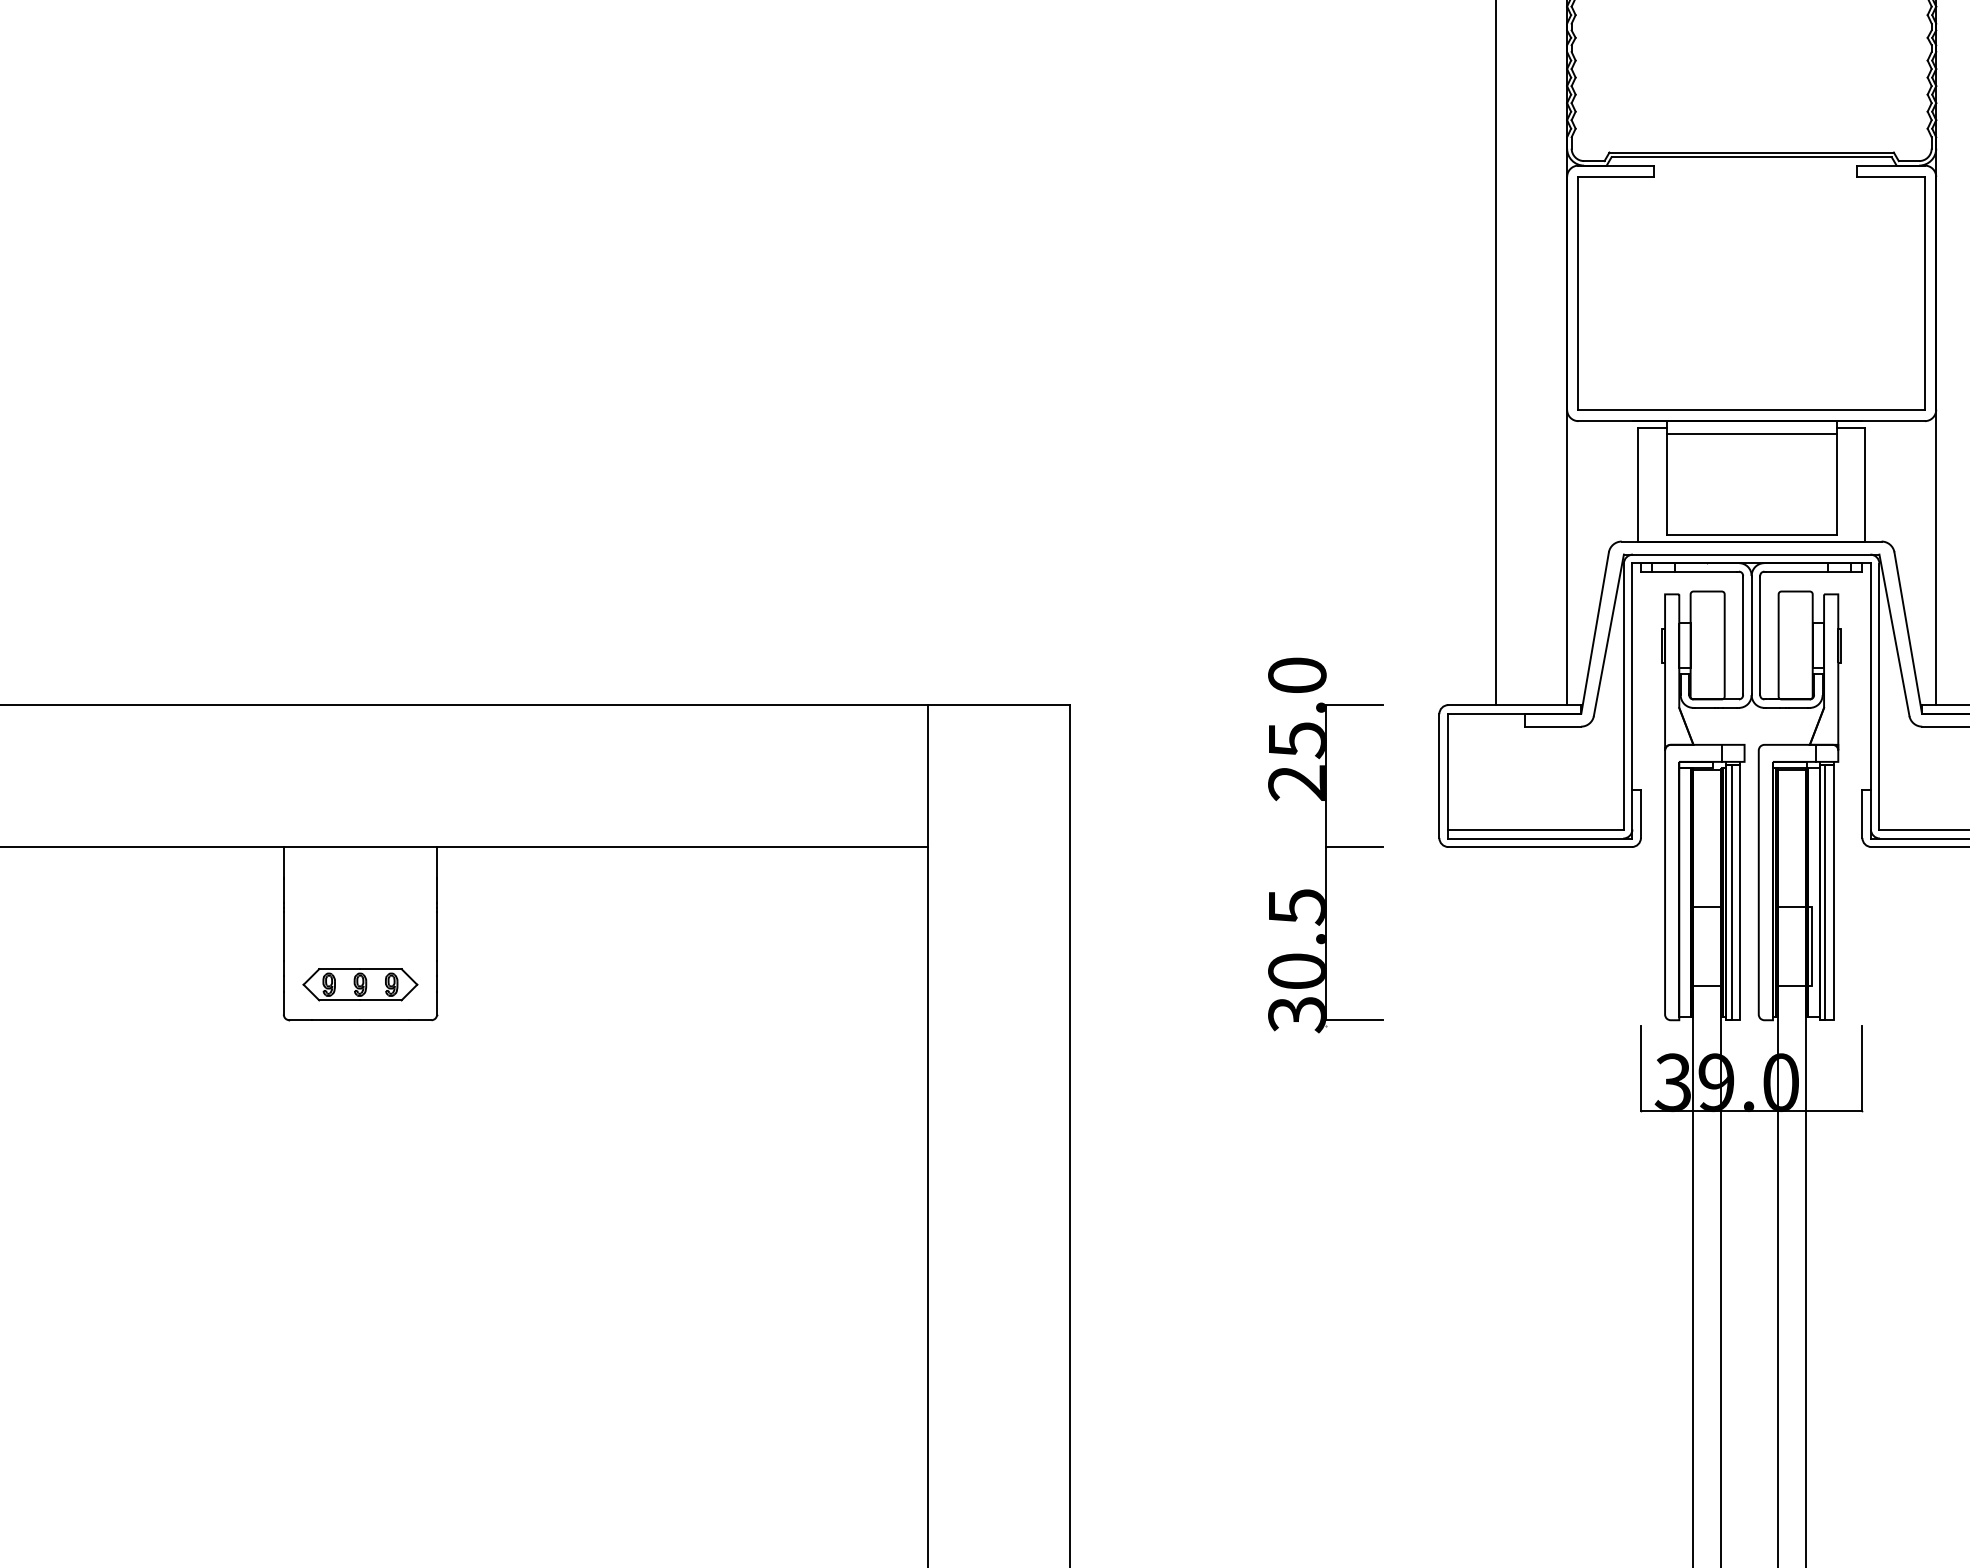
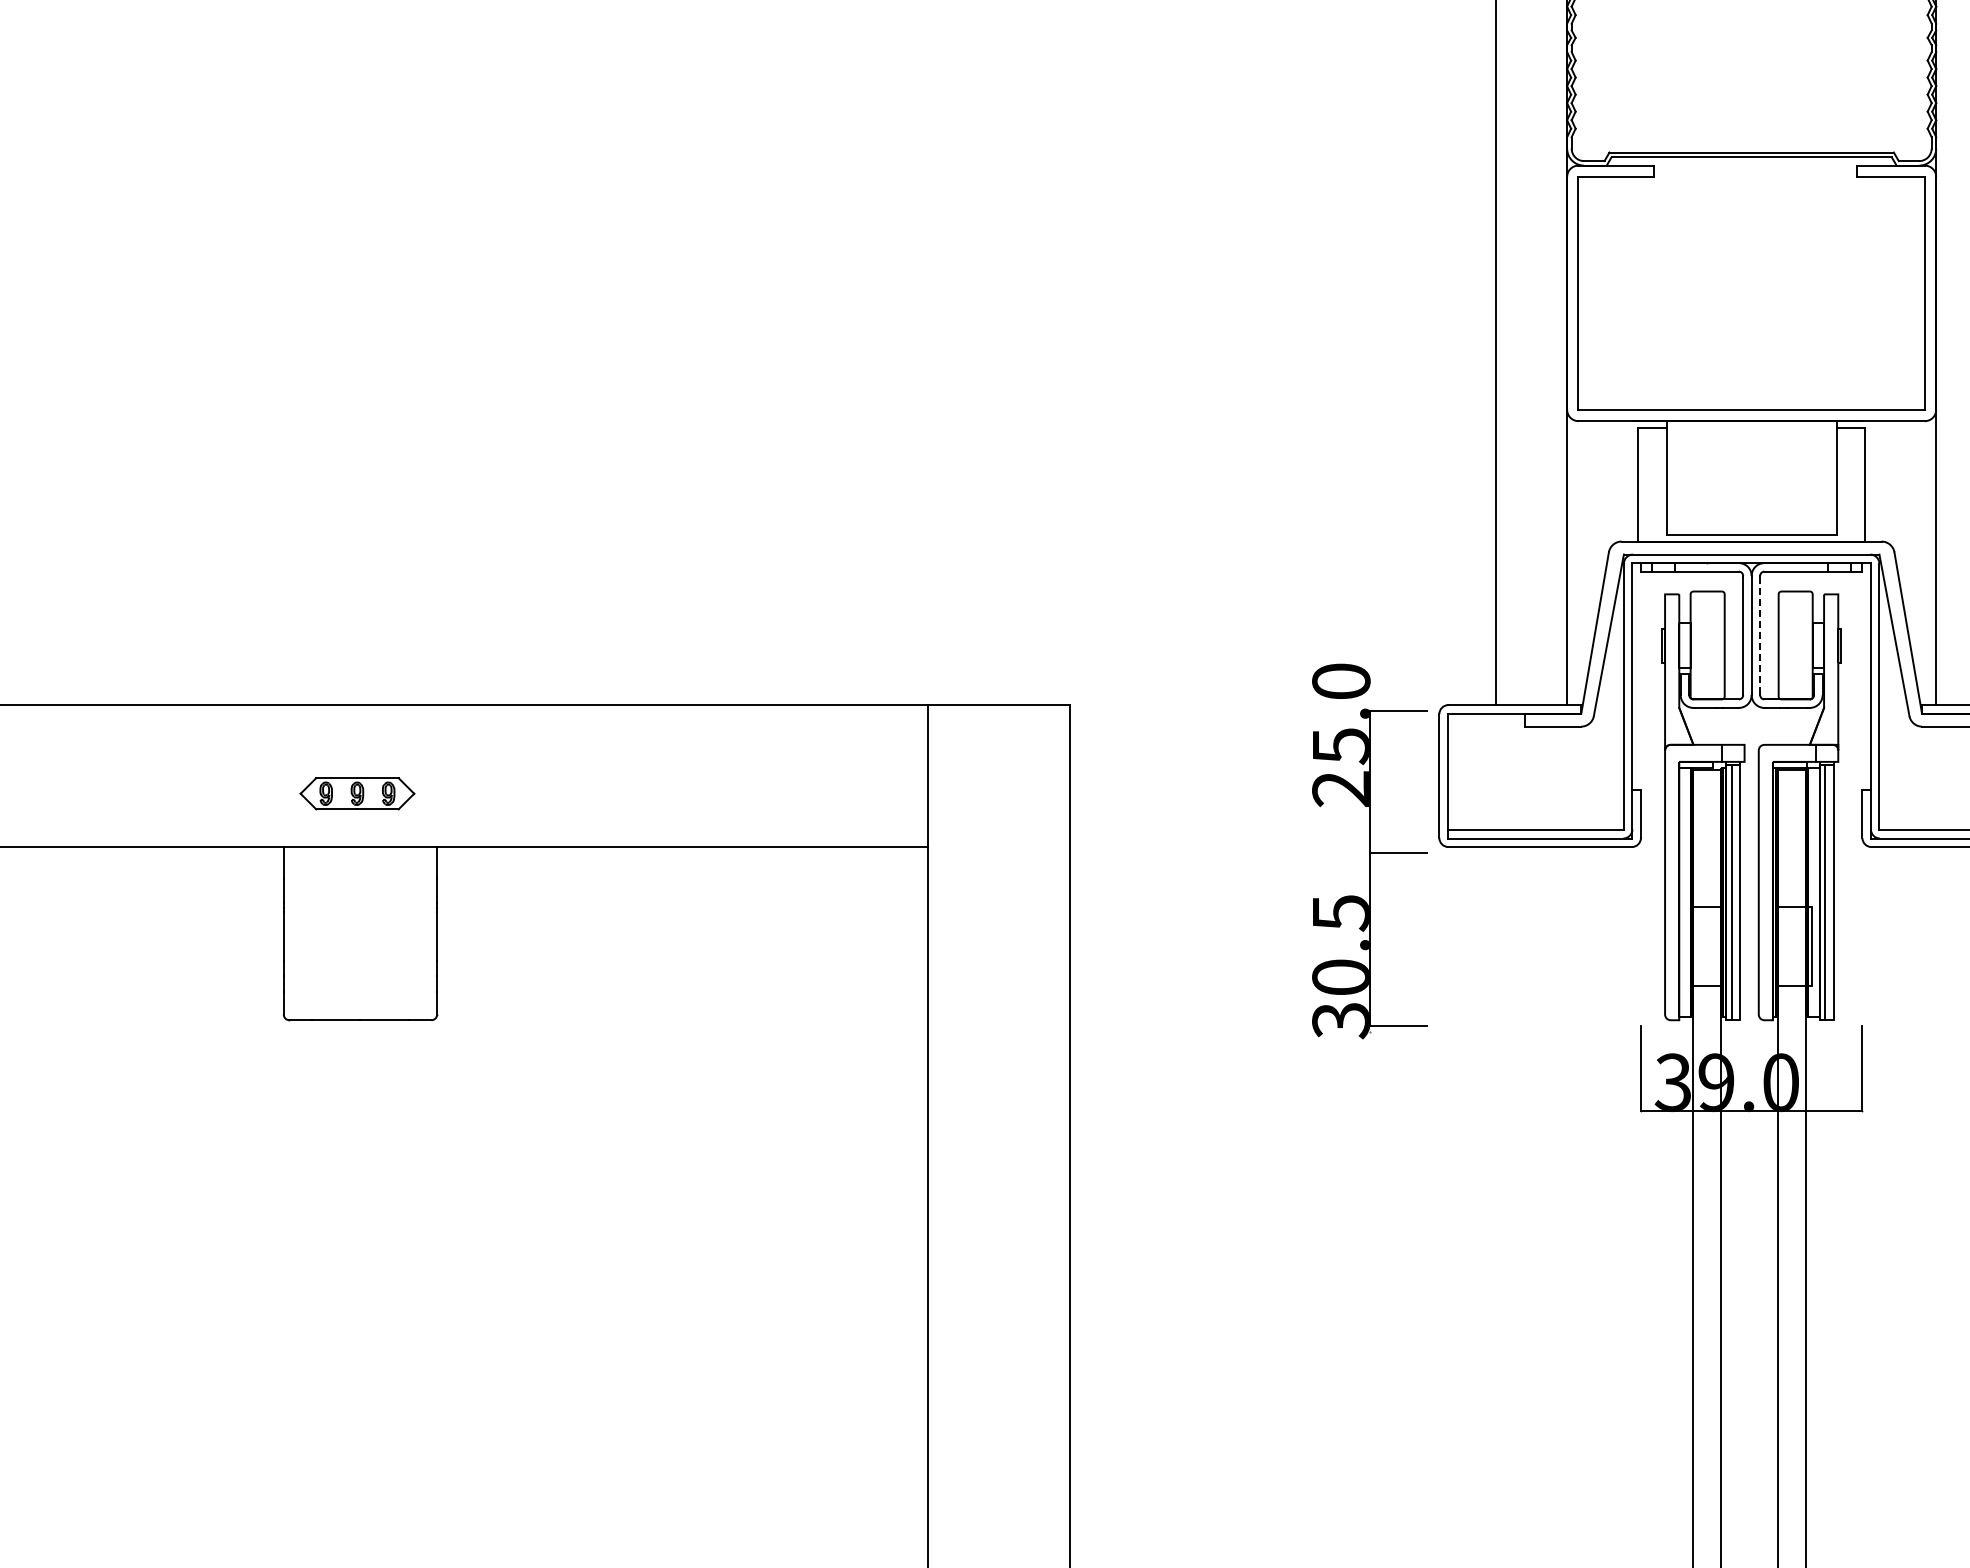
line at (1751, 434): present -> none
line at (1760, 636): solid -> dashed
part at (1325, 845) position: (1325, 845) -> (1369, 851)
part at (360, 984) position: (360, 984) -> (357, 793)
